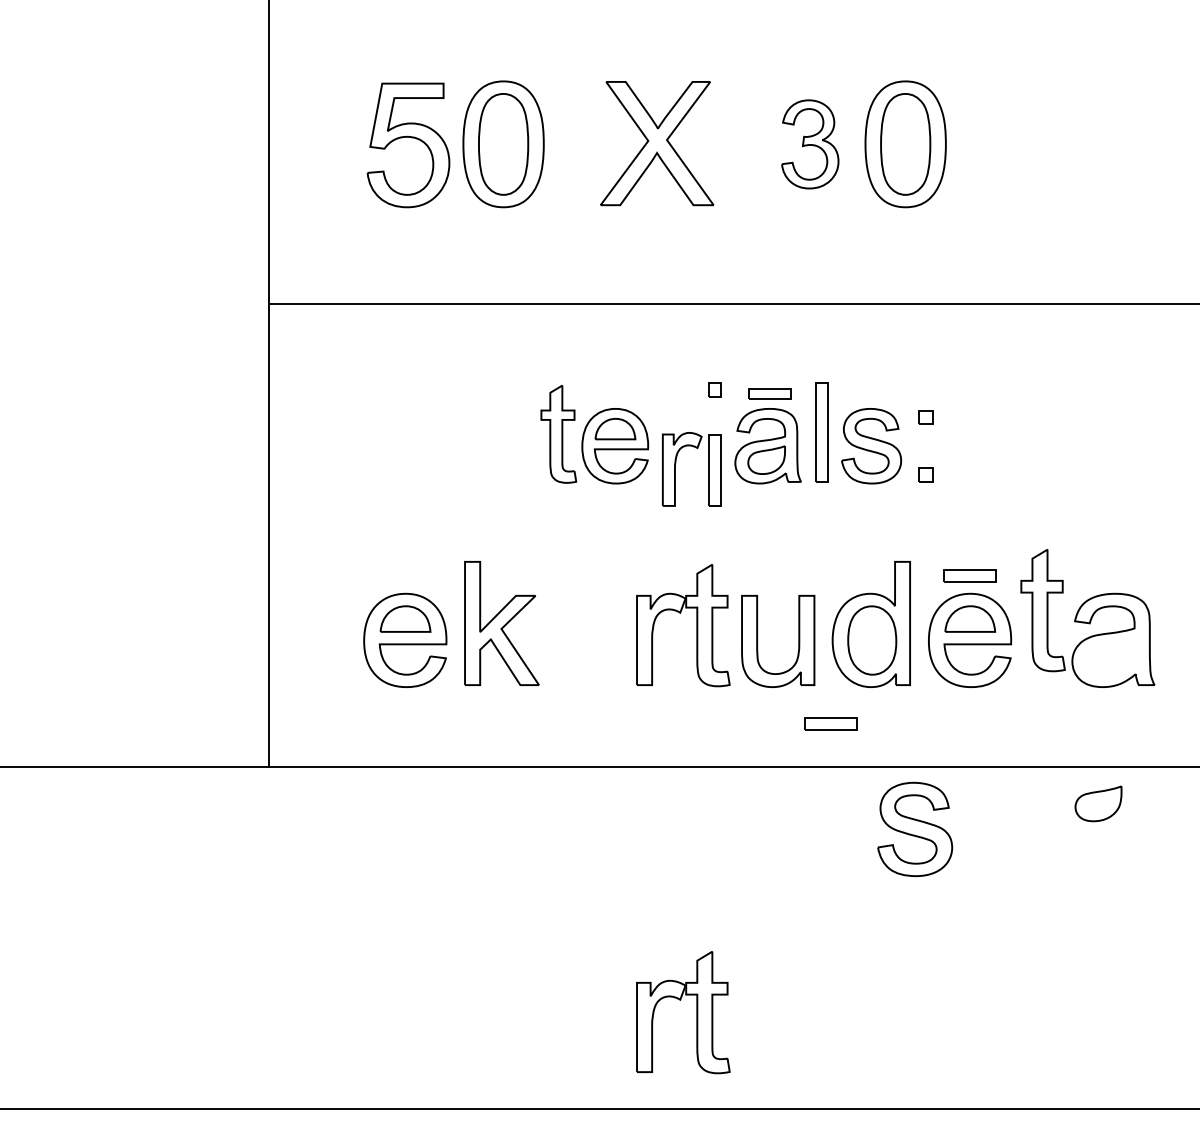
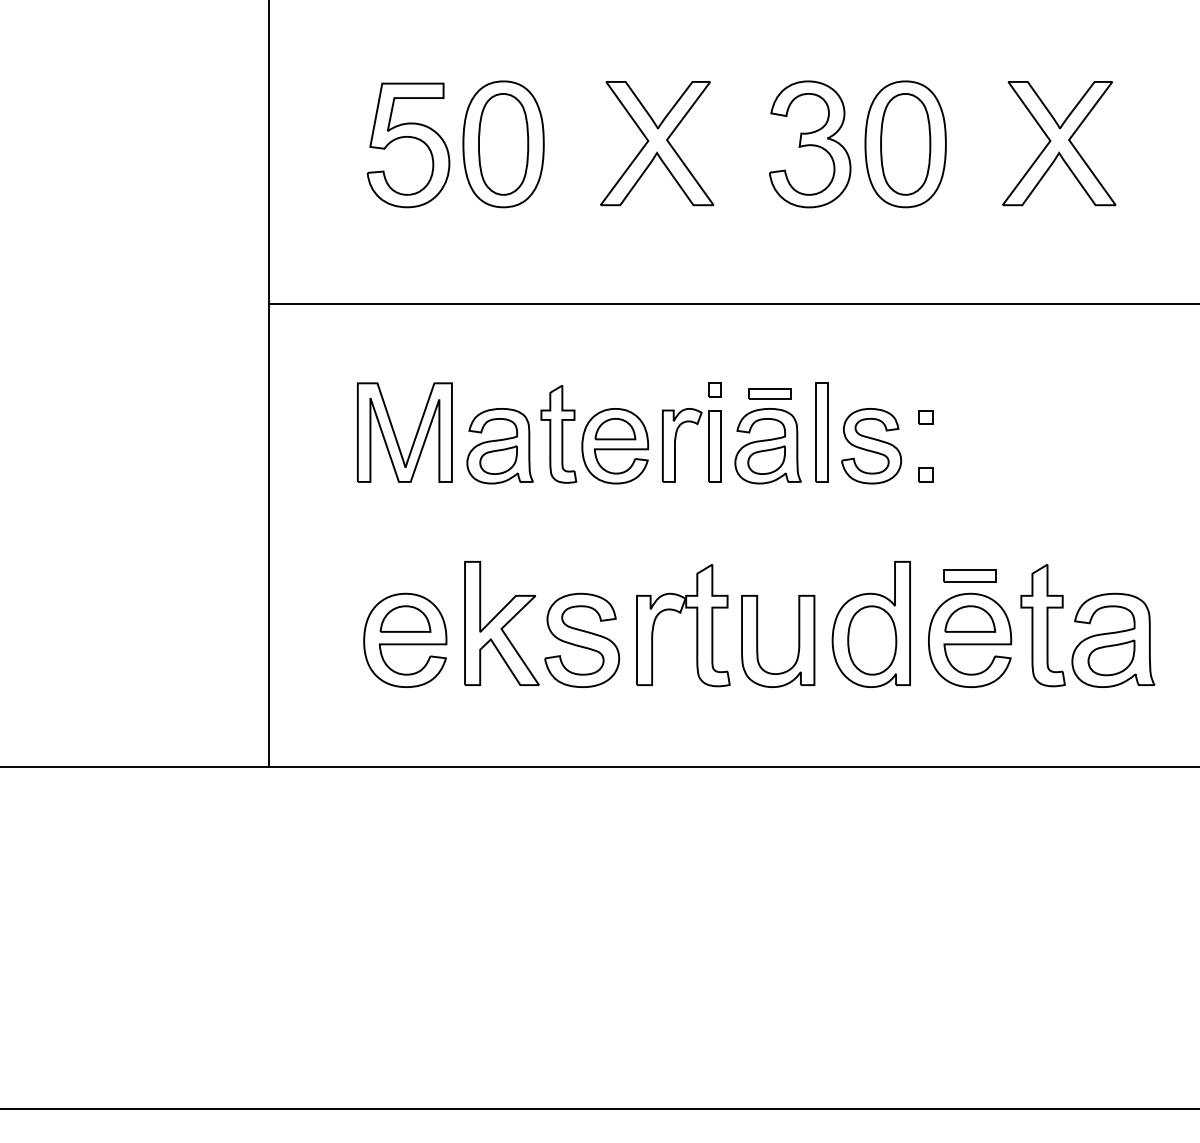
part at (1059, 143): none -> present
part at (810, 144) size: 59x91 px -> 83x129 px
part at (396, 436): none -> present
part at (499, 446): none -> present
part at (675, 469) position: (675, 469) -> (675, 445)
part at (1042, 610) position: (1042, 610) -> (1042, 625)
part at (830, 723): present -> none
part at (1098, 803) position: (1098, 803) -> (1111, 657)
part at (915, 828) position: (915, 828) -> (582, 639)
part at (680, 1000): present -> none
